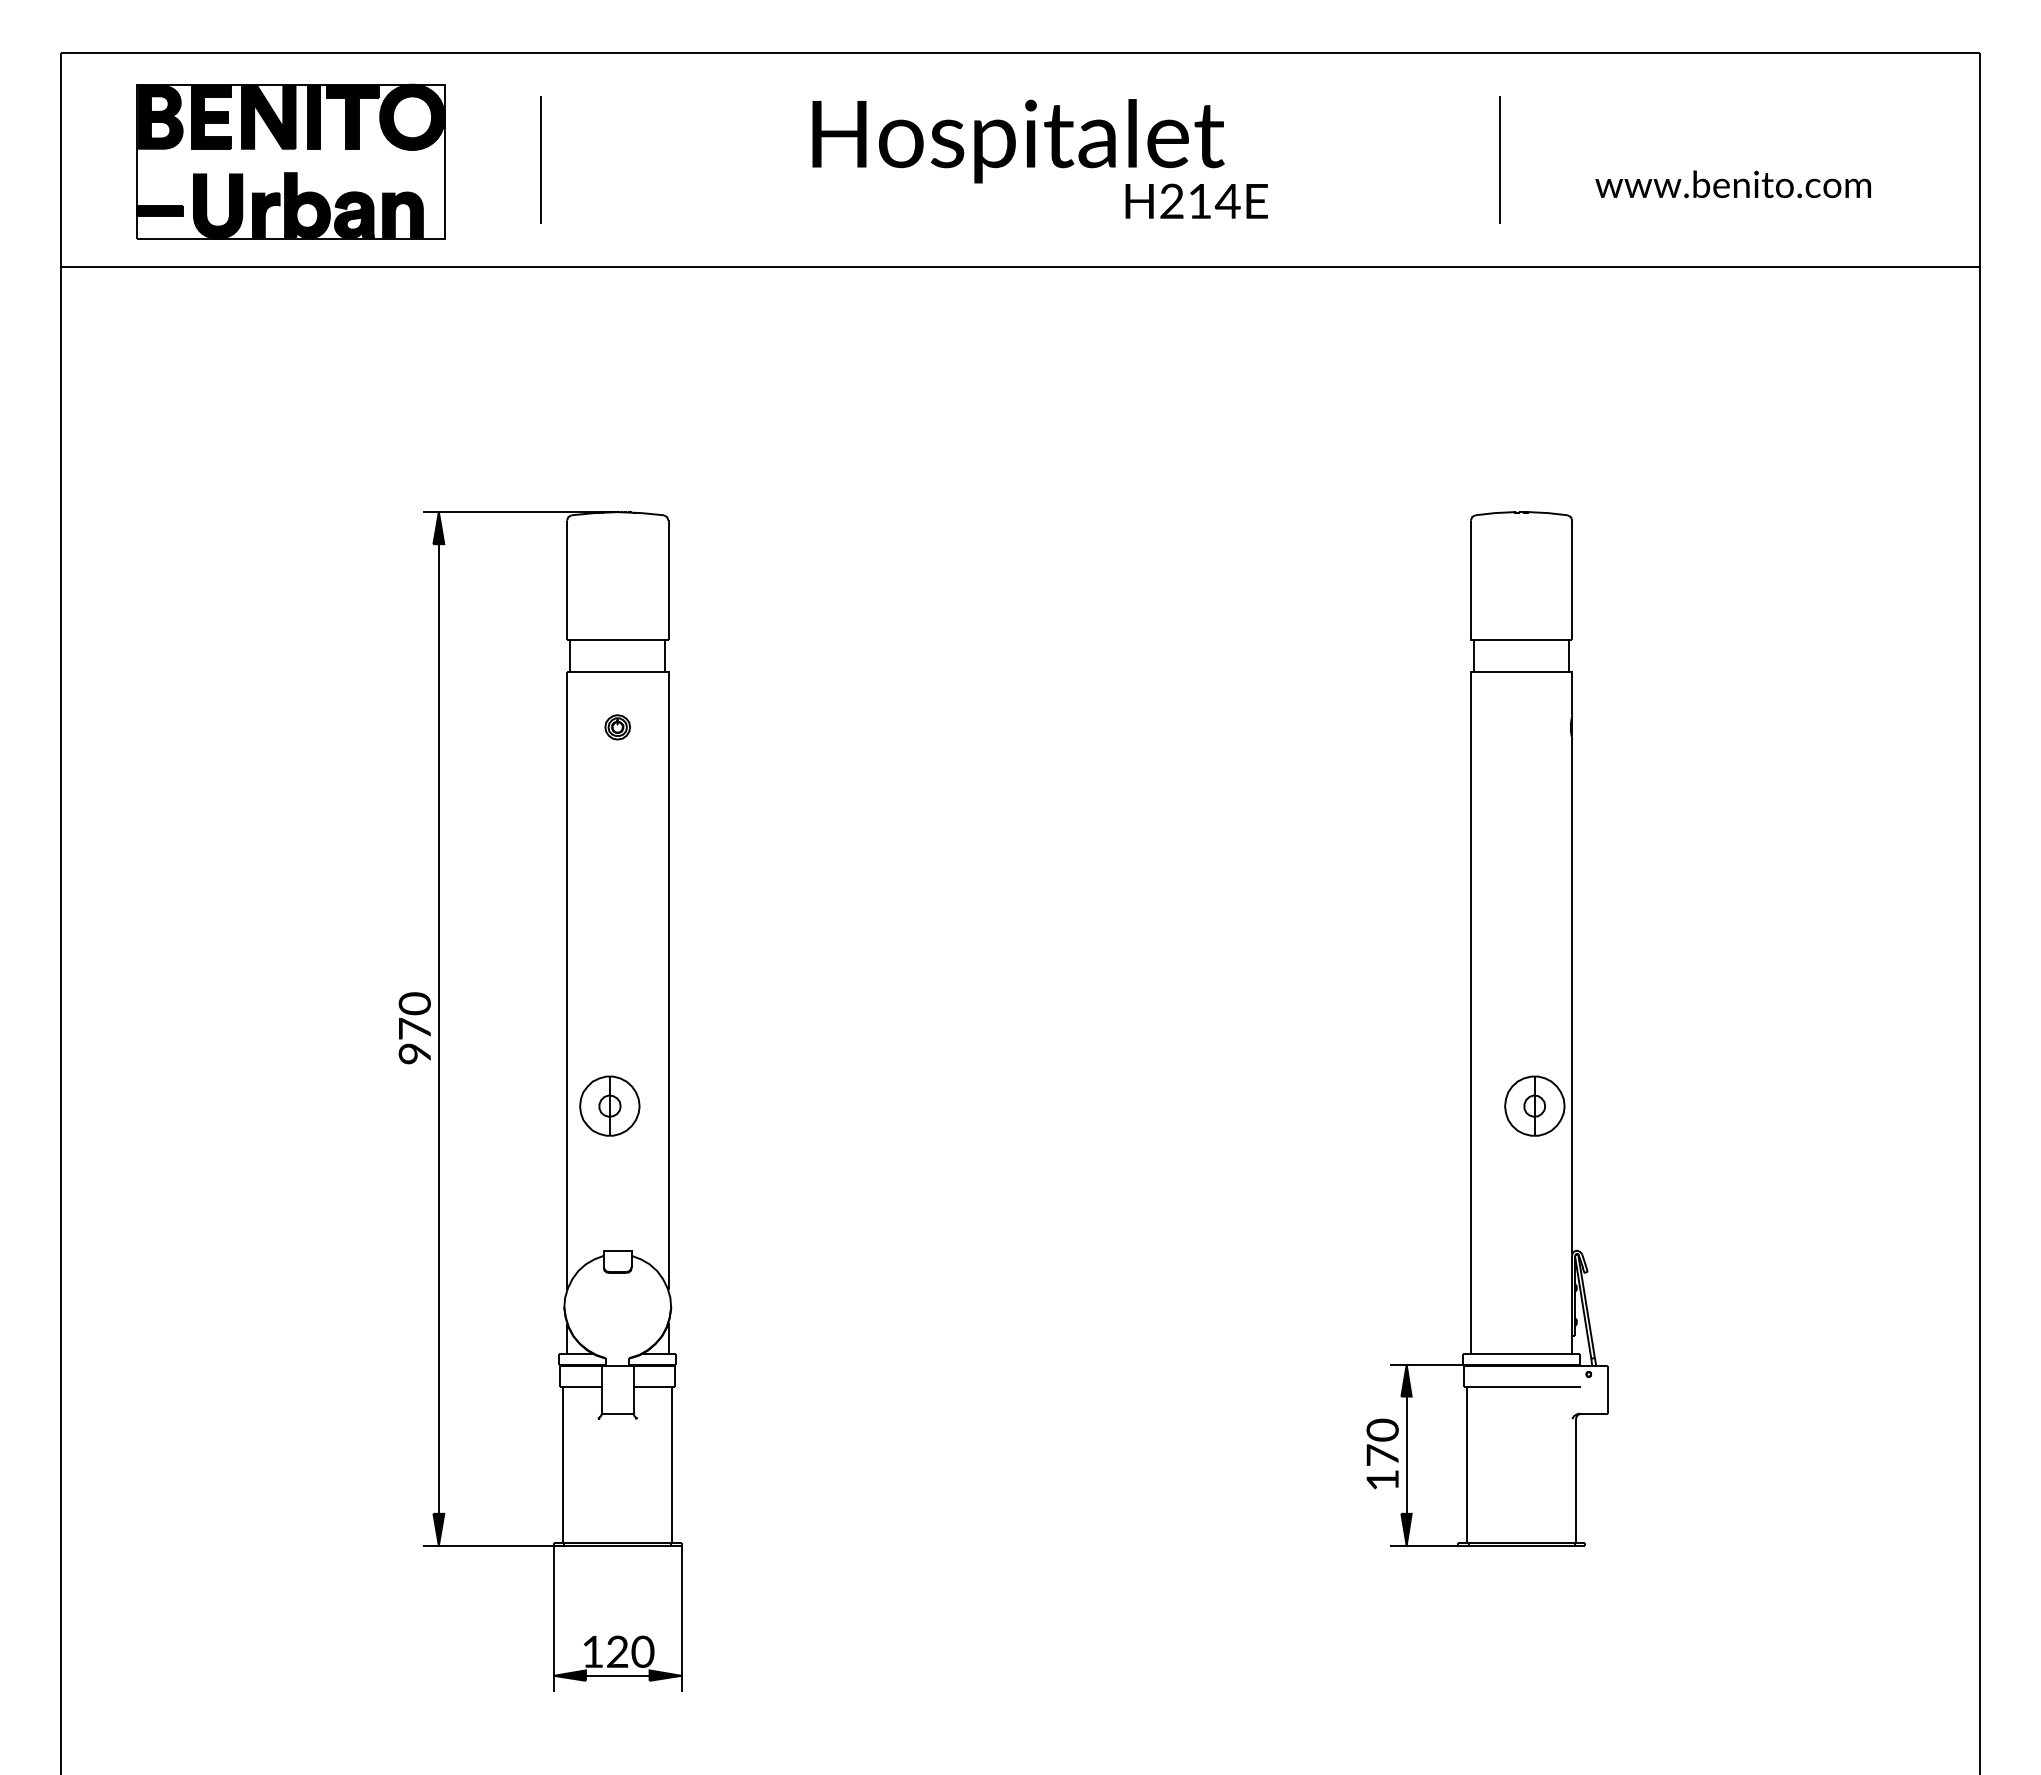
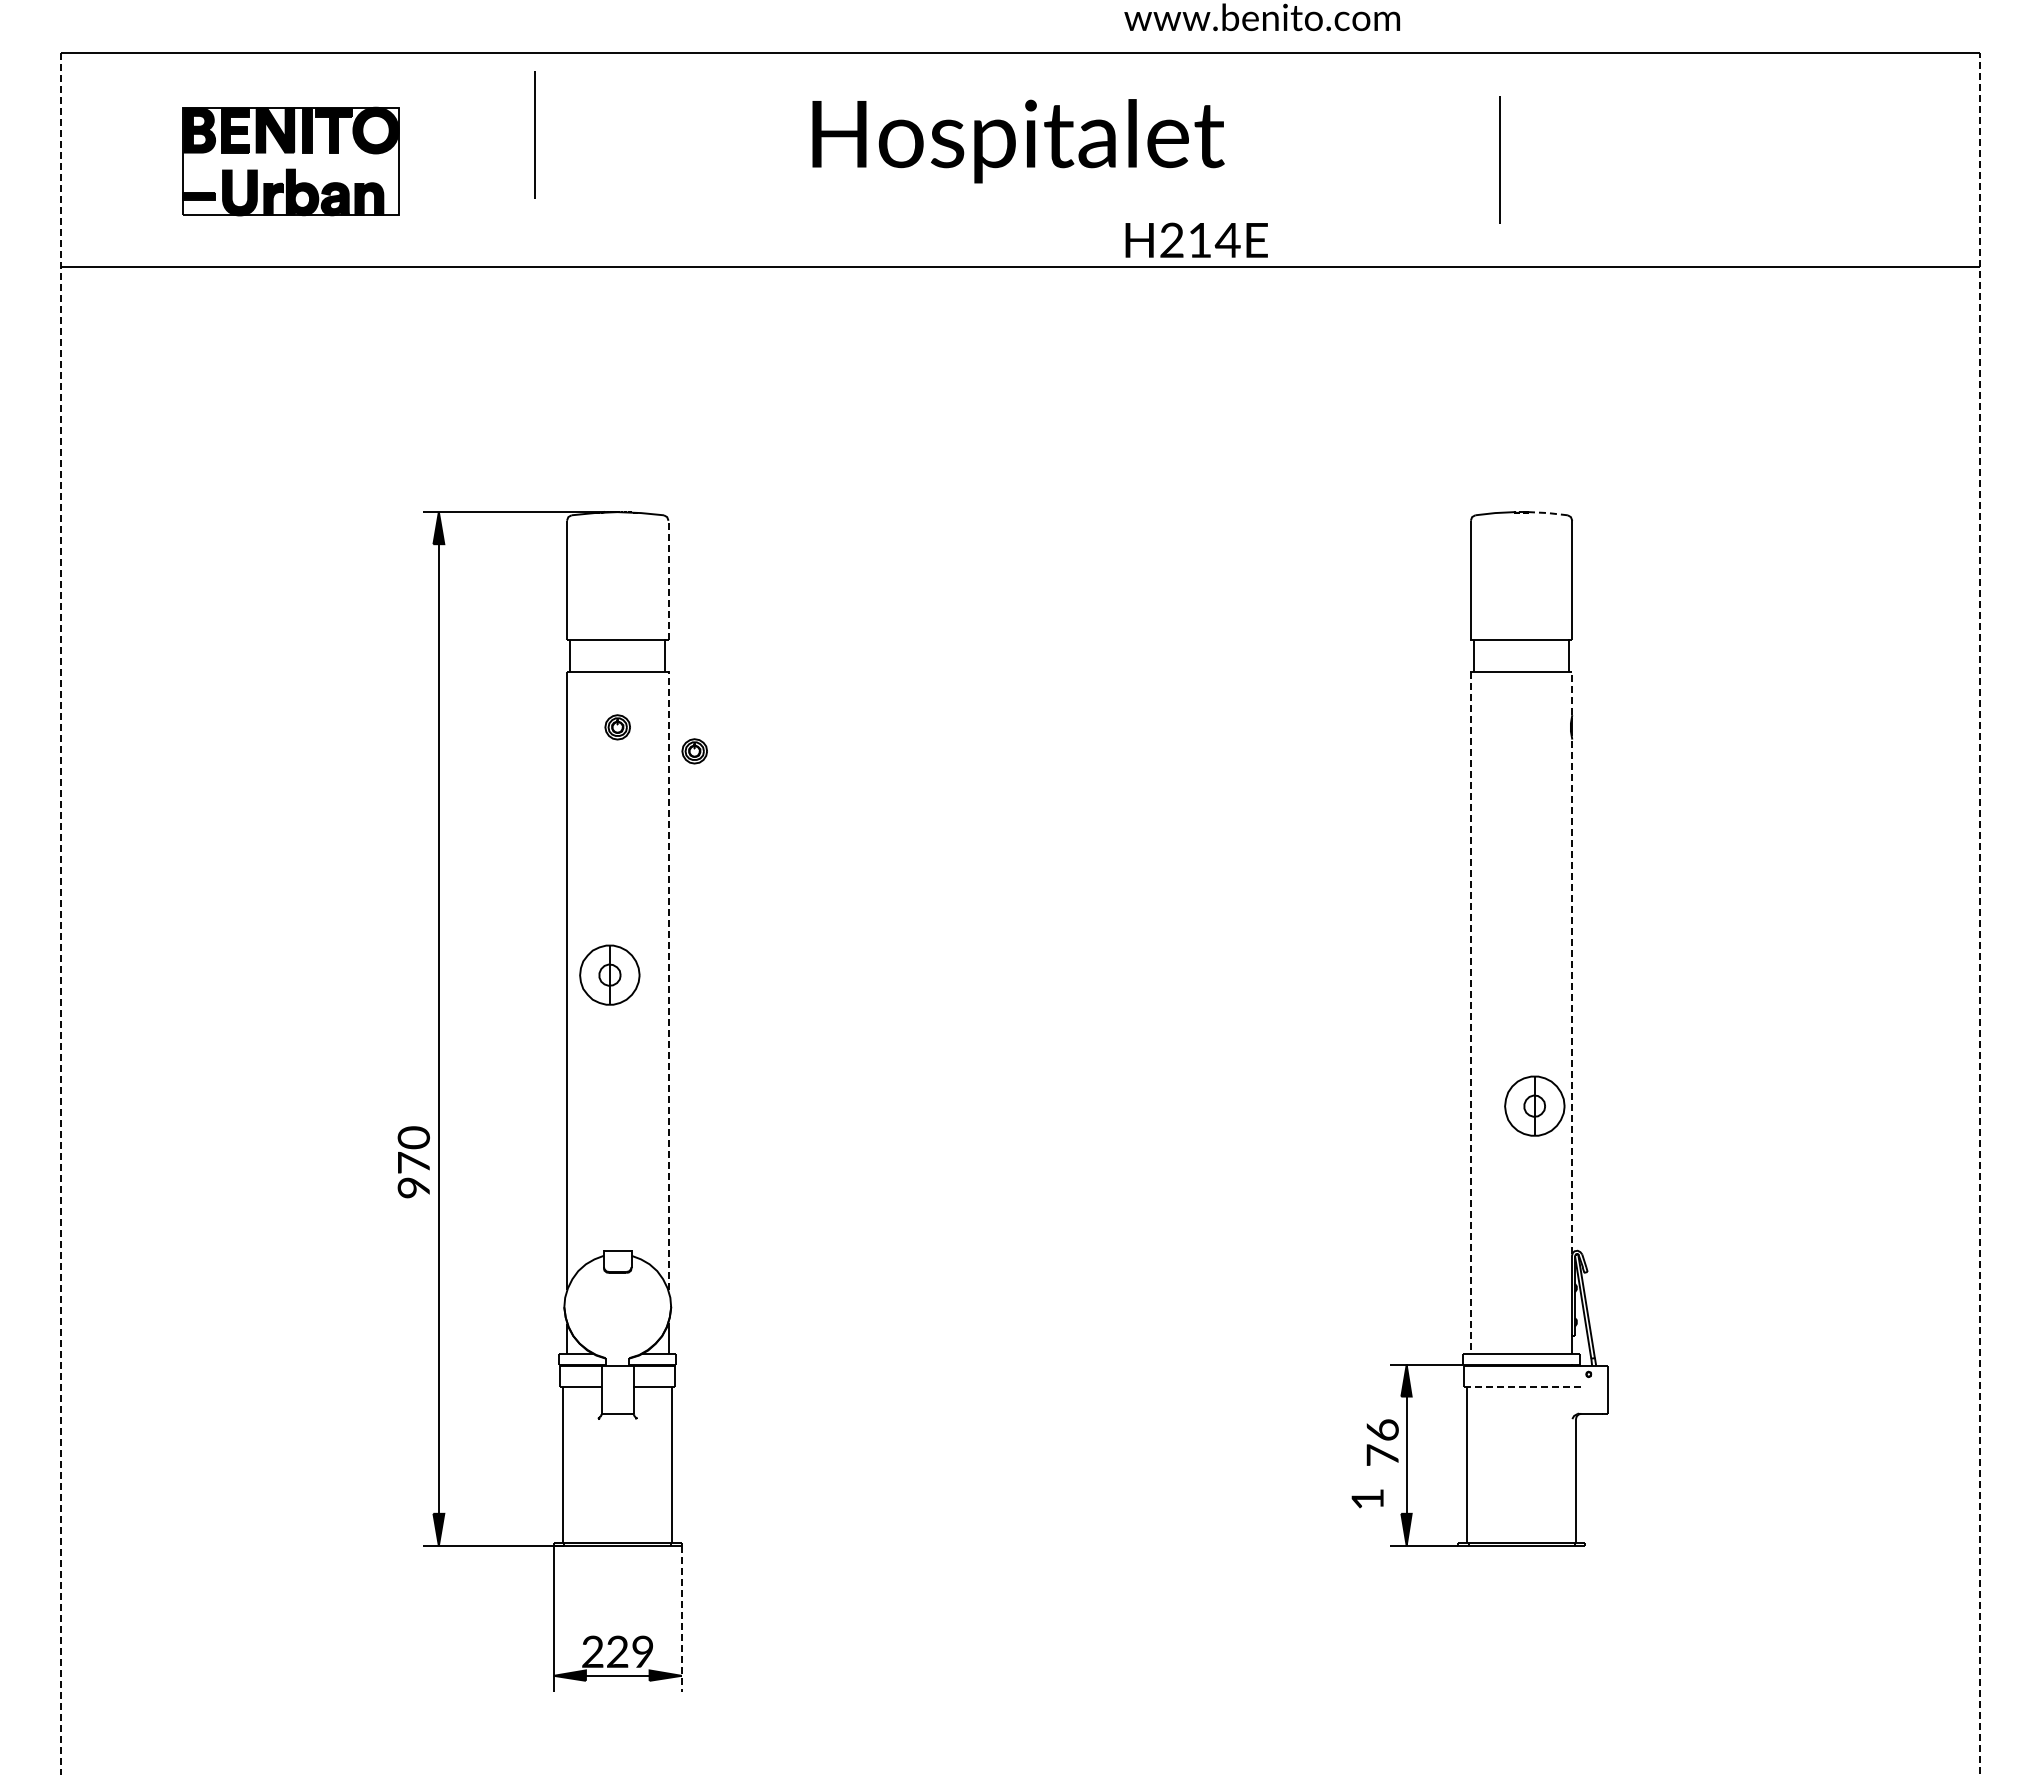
line at (540, 159) position: (540, 159) -> (534, 134)
part at (290, 161) size: 310x157 px -> 218x111 px
text at (1732, 184) position: (1732, 184) -> (1261, 17)
text at (1196, 200) position: (1196, 200) -> (1196, 239)
line at (1547, 513): solid -> dashed
line at (668, 580): solid -> dashed
line at (1572, 693): solid -> dashed
part at (694, 751): none -> present
line at (1979, 913): solid -> dashed
line at (61, 914): solid -> dashed
line at (668, 980): solid -> dashed
line at (1572, 995): solid -> dashed
line at (1470, 1013): solid -> dashed
text at (414, 1028) position: (414, 1028) -> (413, 1162)
part at (609, 1105) position: (609, 1105) -> (609, 974)
line at (1519, 1387): solid -> dashed
text at (1382, 1429): 0 -> 6
text at (1382, 1479) position: (1382, 1479) -> (1367, 1498)
line at (681, 1618): solid -> dashed
text at (592, 1651): 1 -> 2
text at (642, 1652): 0 -> 9
